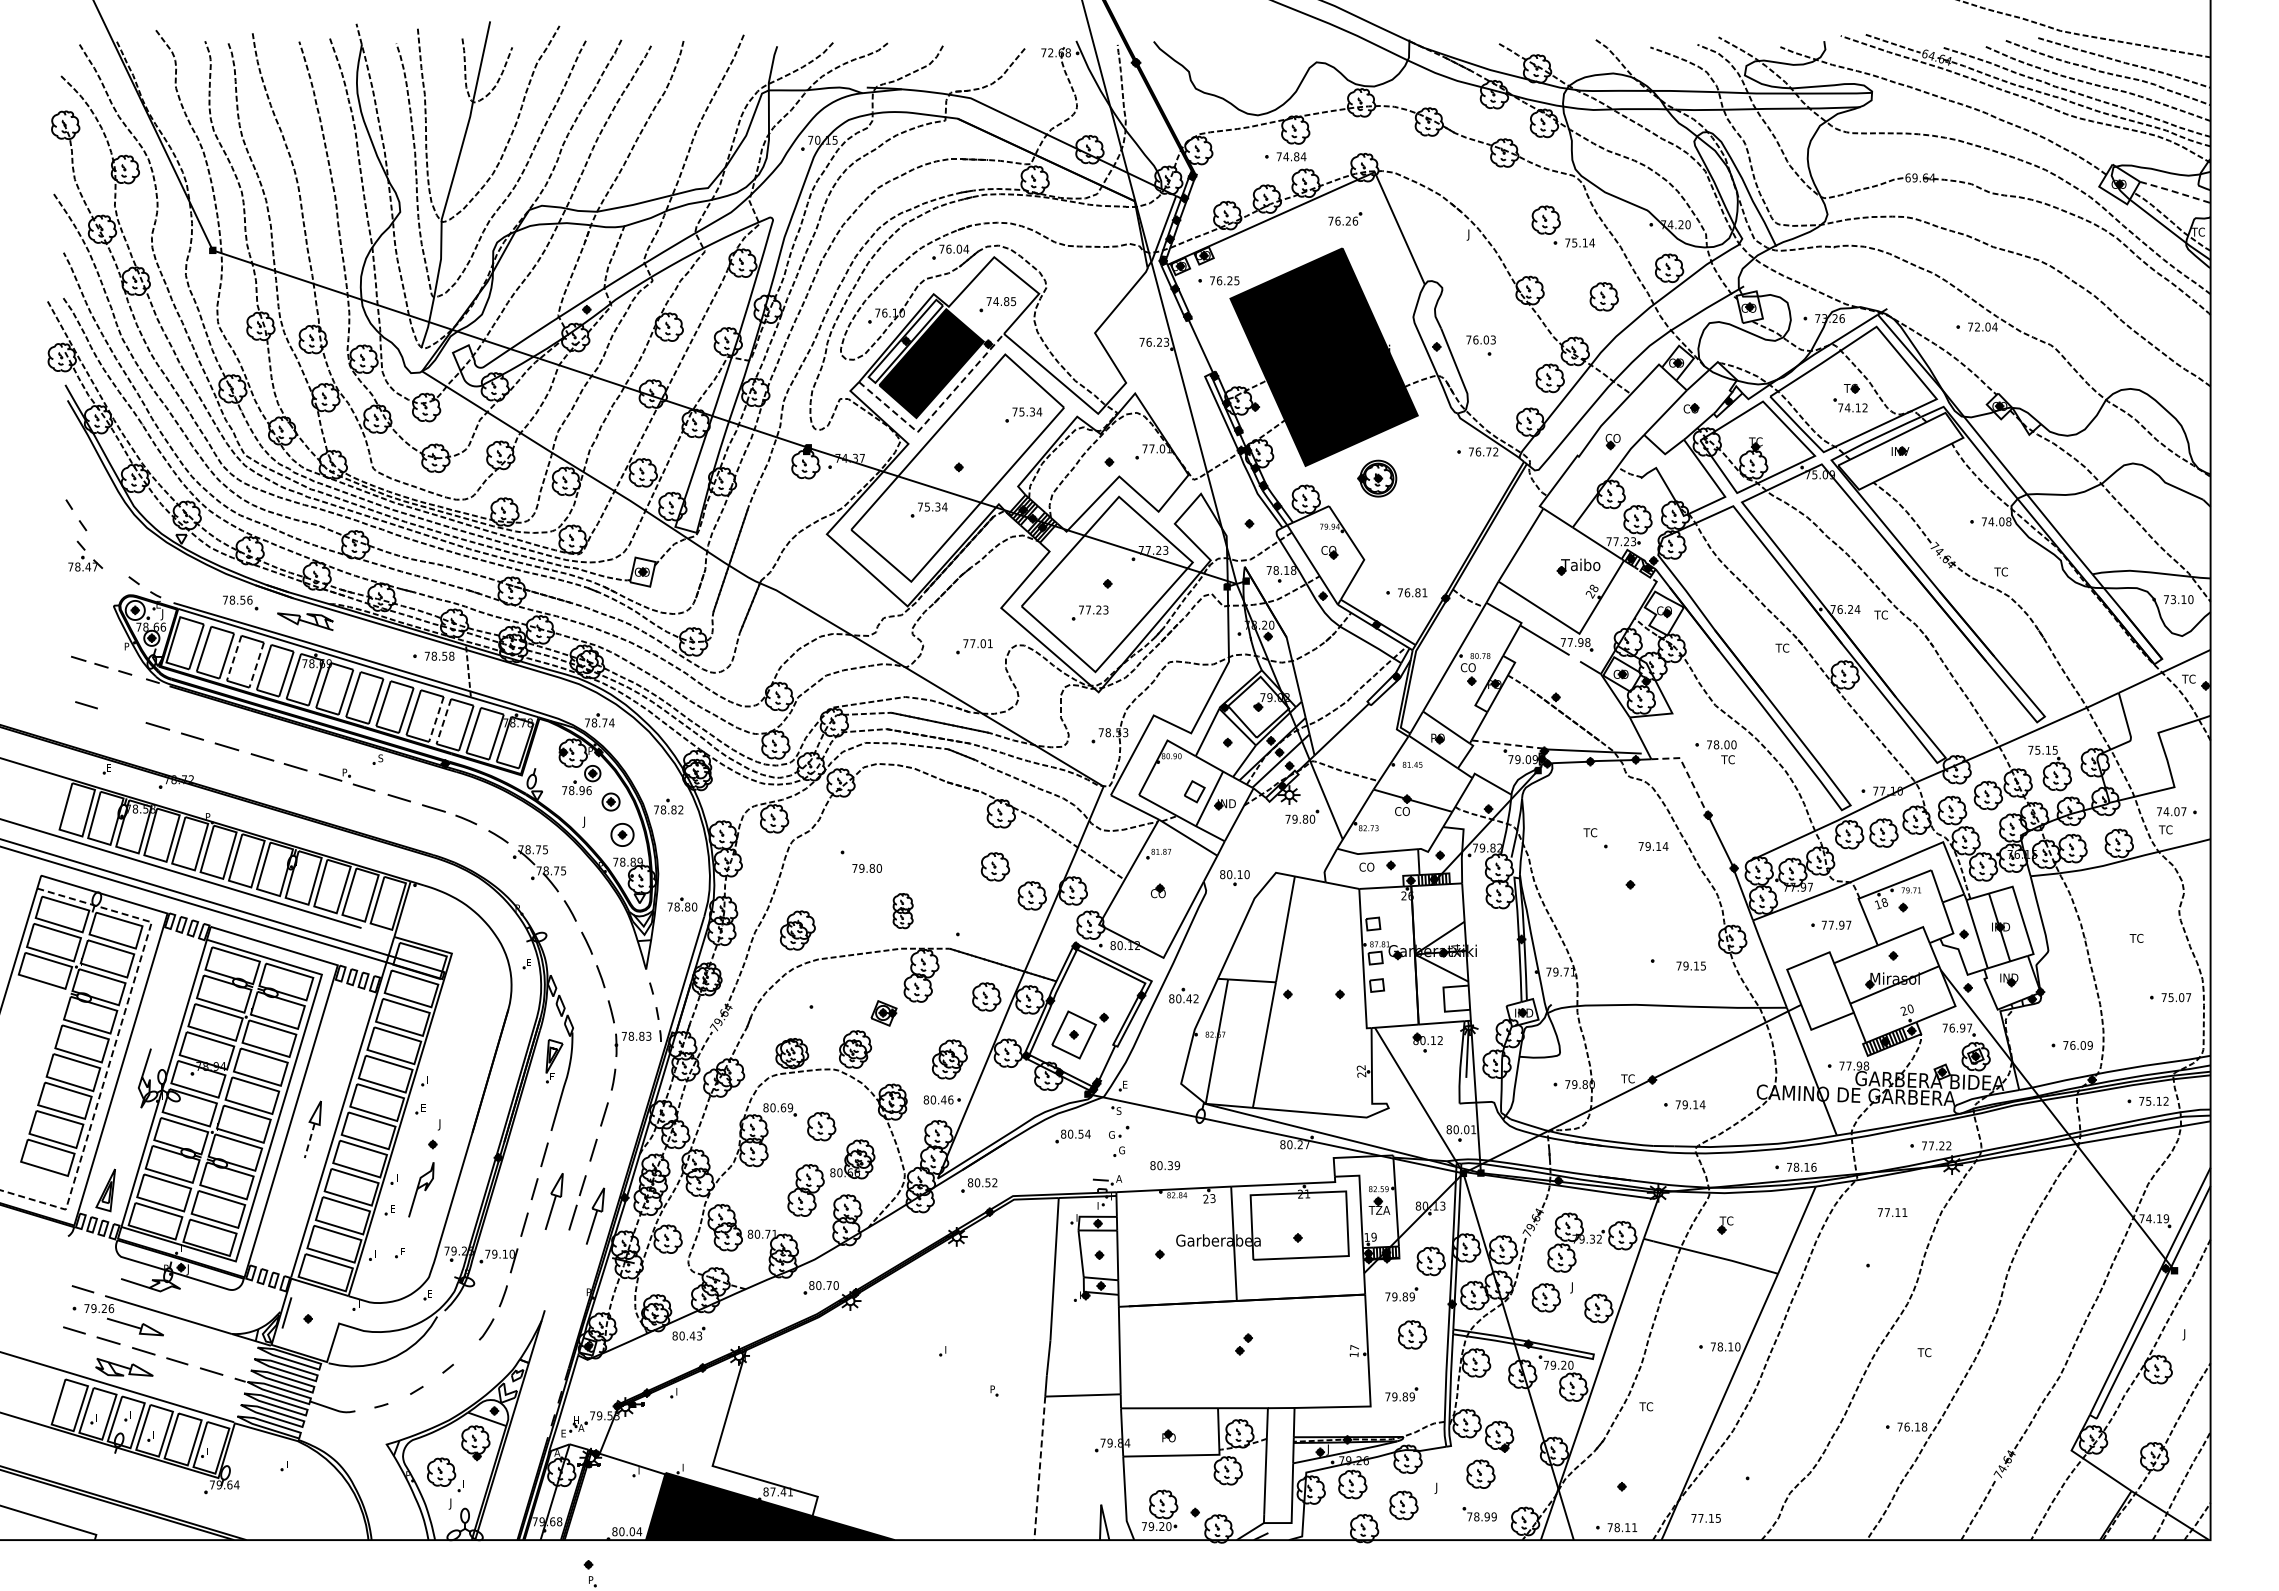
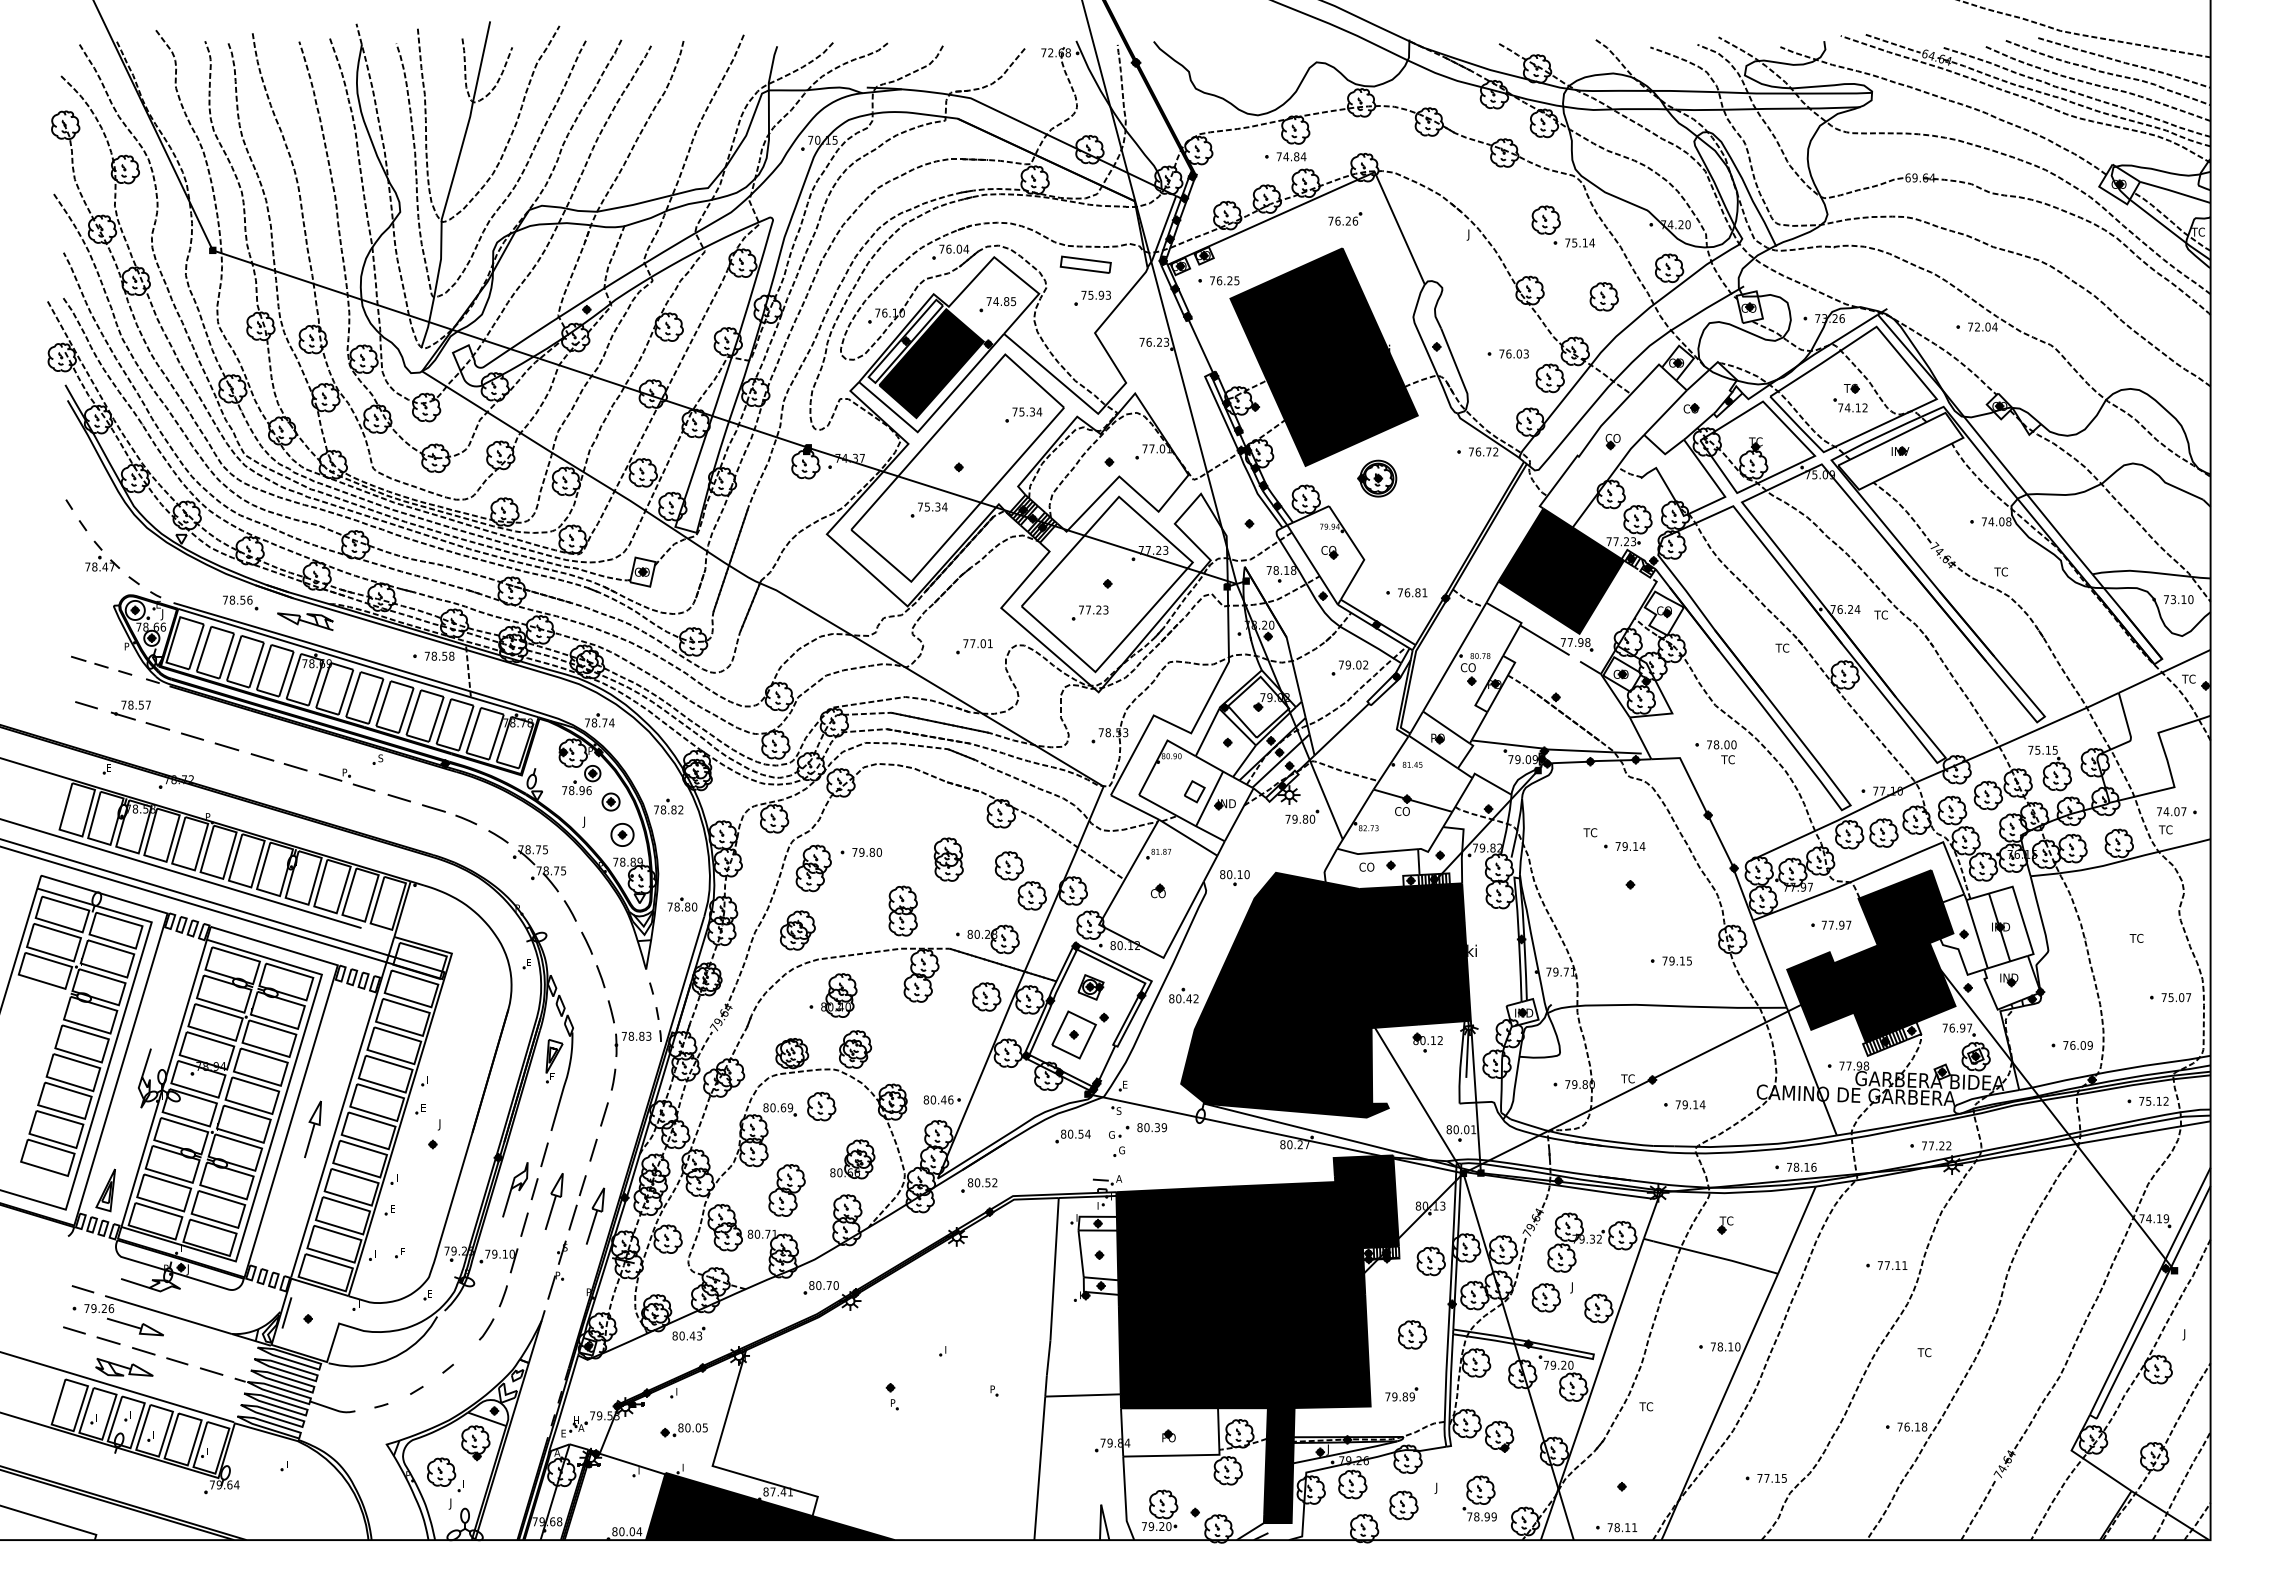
line at (2175, 192): dashed -> solid
part at (1085, 264): none -> present
part at (1092, 297): none -> present
text at (1480, 339) position: (1480, 339) -> (1513, 353)
line at (934, 412): dashed -> solid
part at (85, 555) position: (85, 555) -> (102, 555)
fill at (1561, 570): none -> present
line at (234, 658): dashed -> solid
line at (256, 665): dashed -> solid
part at (1349, 667): none -> present
part at (130, 710): none -> present
line at (436, 719): dashed -> solid
line at (443, 721): dashed -> solid
line at (1507, 744): dashed -> solid
line at (1687, 773): dashed -> solid
text at (1653, 846) position: (1653, 846) -> (1630, 846)
part at (948, 859): none -> present
part at (995, 866) position: (995, 866) -> (1009, 865)
part at (813, 868): none -> present
text at (866, 868) position: (866, 868) -> (866, 852)
part at (902, 911) size: 22x37 px -> 30x52 px
part at (993, 939): none -> present
fill at (1871, 956): none -> present
text at (1690, 965) position: (1690, 965) -> (1676, 960)
fill at (1325, 994): none -> present
part at (839, 995): none -> present
part at (883, 1013) position: (883, 1013) -> (1090, 987)
line at (115, 1042): dashed -> solid
part at (949, 1059): present -> none
part at (821, 1126) position: (821, 1126) -> (821, 1106)
line at (309, 1141): dashed -> solid
text at (1165, 1165) position: (1165, 1165) -> (1152, 1127)
curve at (420, 1188) position: (420, 1188) -> (514, 1188)
part at (805, 1190) position: (805, 1190) -> (786, 1190)
text at (1892, 1212) position: (1892, 1212) -> (1892, 1265)
part at (557, 1269): none -> present
part at (1401, 1294): present -> none
fill at (1257, 1339): none -> present
part at (683, 1430): none -> present
line at (1039, 1468): dashed -> solid
part at (1480, 1473) position: (1480, 1473) -> (1480, 1489)
text at (1705, 1518) position: (1705, 1518) -> (1771, 1478)
part at (589, 1573) position: (589, 1573) -> (891, 1396)
